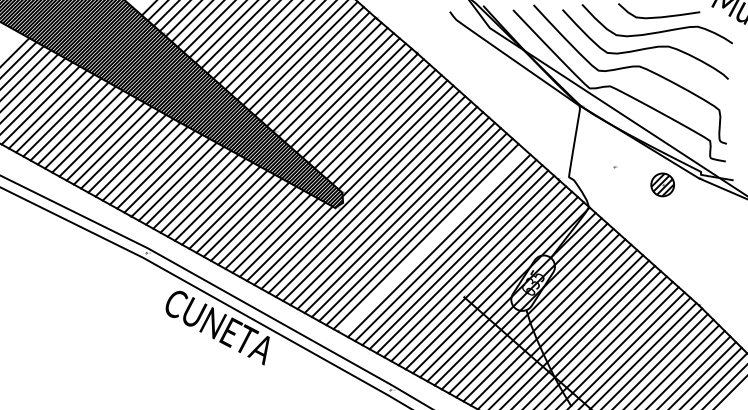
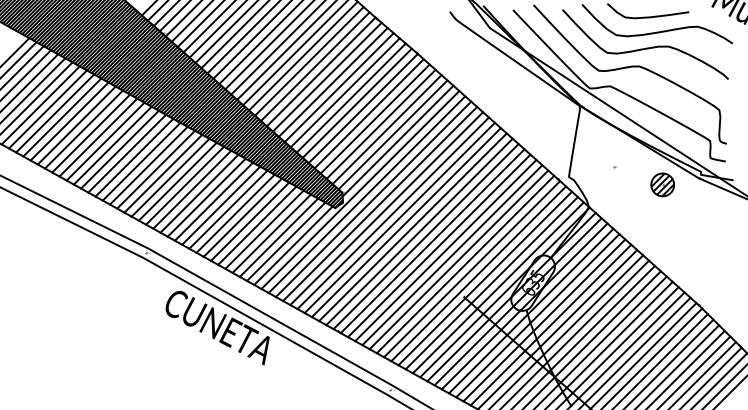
curve at (659, 16) position: (659, 16) -> (648, 16)
line at (432, 241): none -> present
